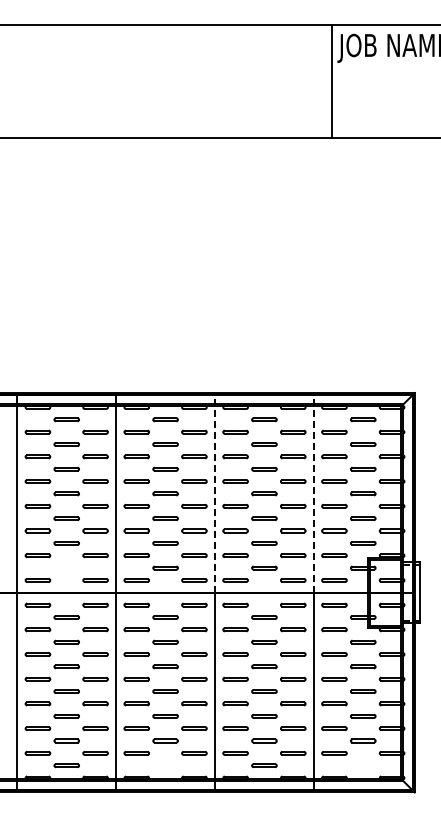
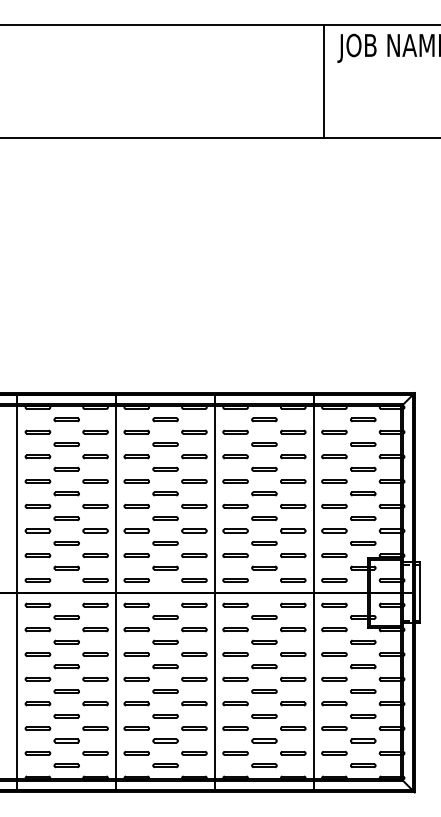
line at (332, 81) position: (332, 81) -> (324, 81)
line at (215, 493): dashed -> solid
line at (313, 493): dashed -> solid
part at (66, 567): none -> present
part at (165, 765): none -> present
part at (363, 765): none -> present
